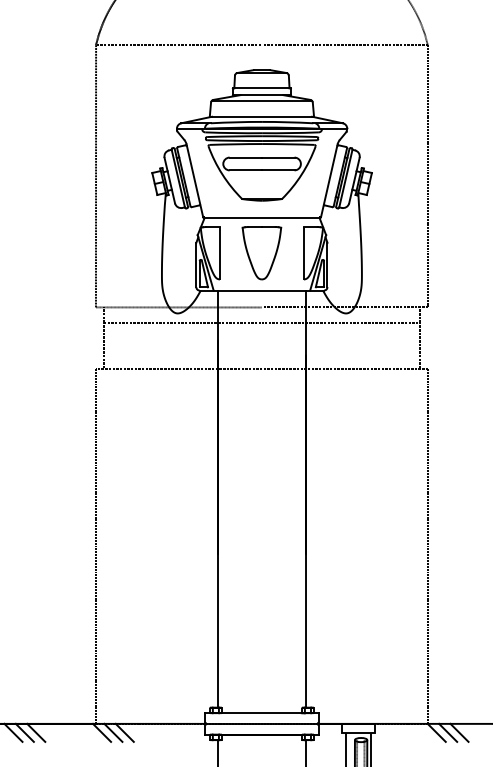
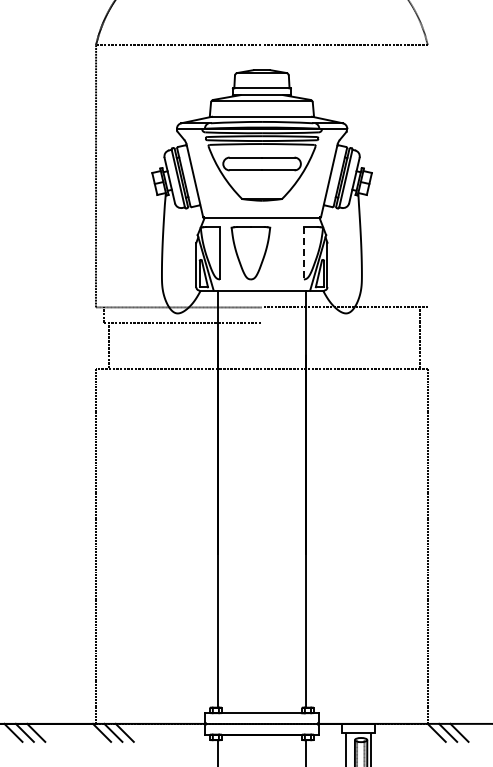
line at (427, 176): present -> none
part at (261, 253) position: (261, 253) -> (250, 253)
line at (303, 253): solid -> dashed
line at (340, 322): present -> none
line at (103, 345) position: (103, 345) -> (108, 345)
